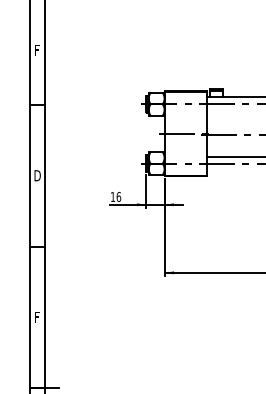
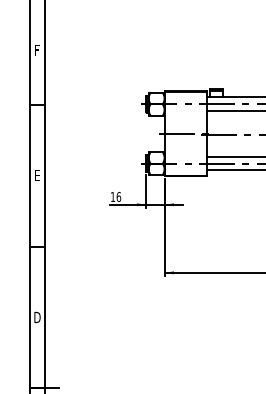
line at (234, 111): none -> present
line at (234, 170): none -> present
text at (37, 175): D -> E
text at (37, 317): F -> D
